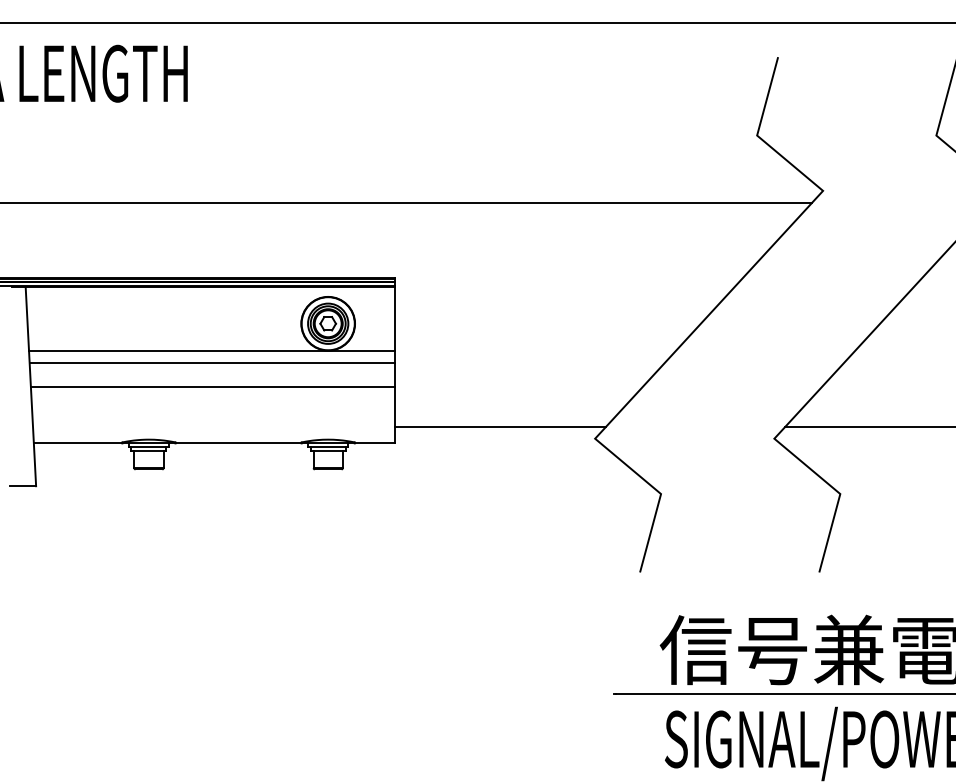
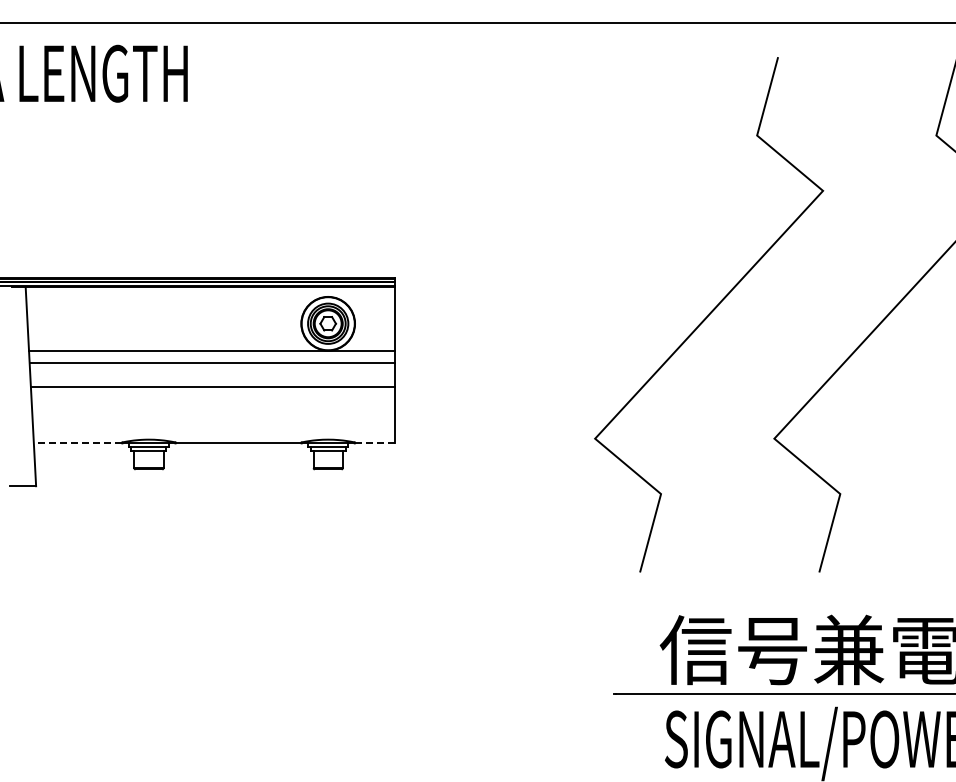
line at (407, 202): present -> none
line at (500, 426): present -> none
line at (868, 426): present -> none
line at (77, 442): solid -> dashed
line at (374, 442): solid -> dashed
